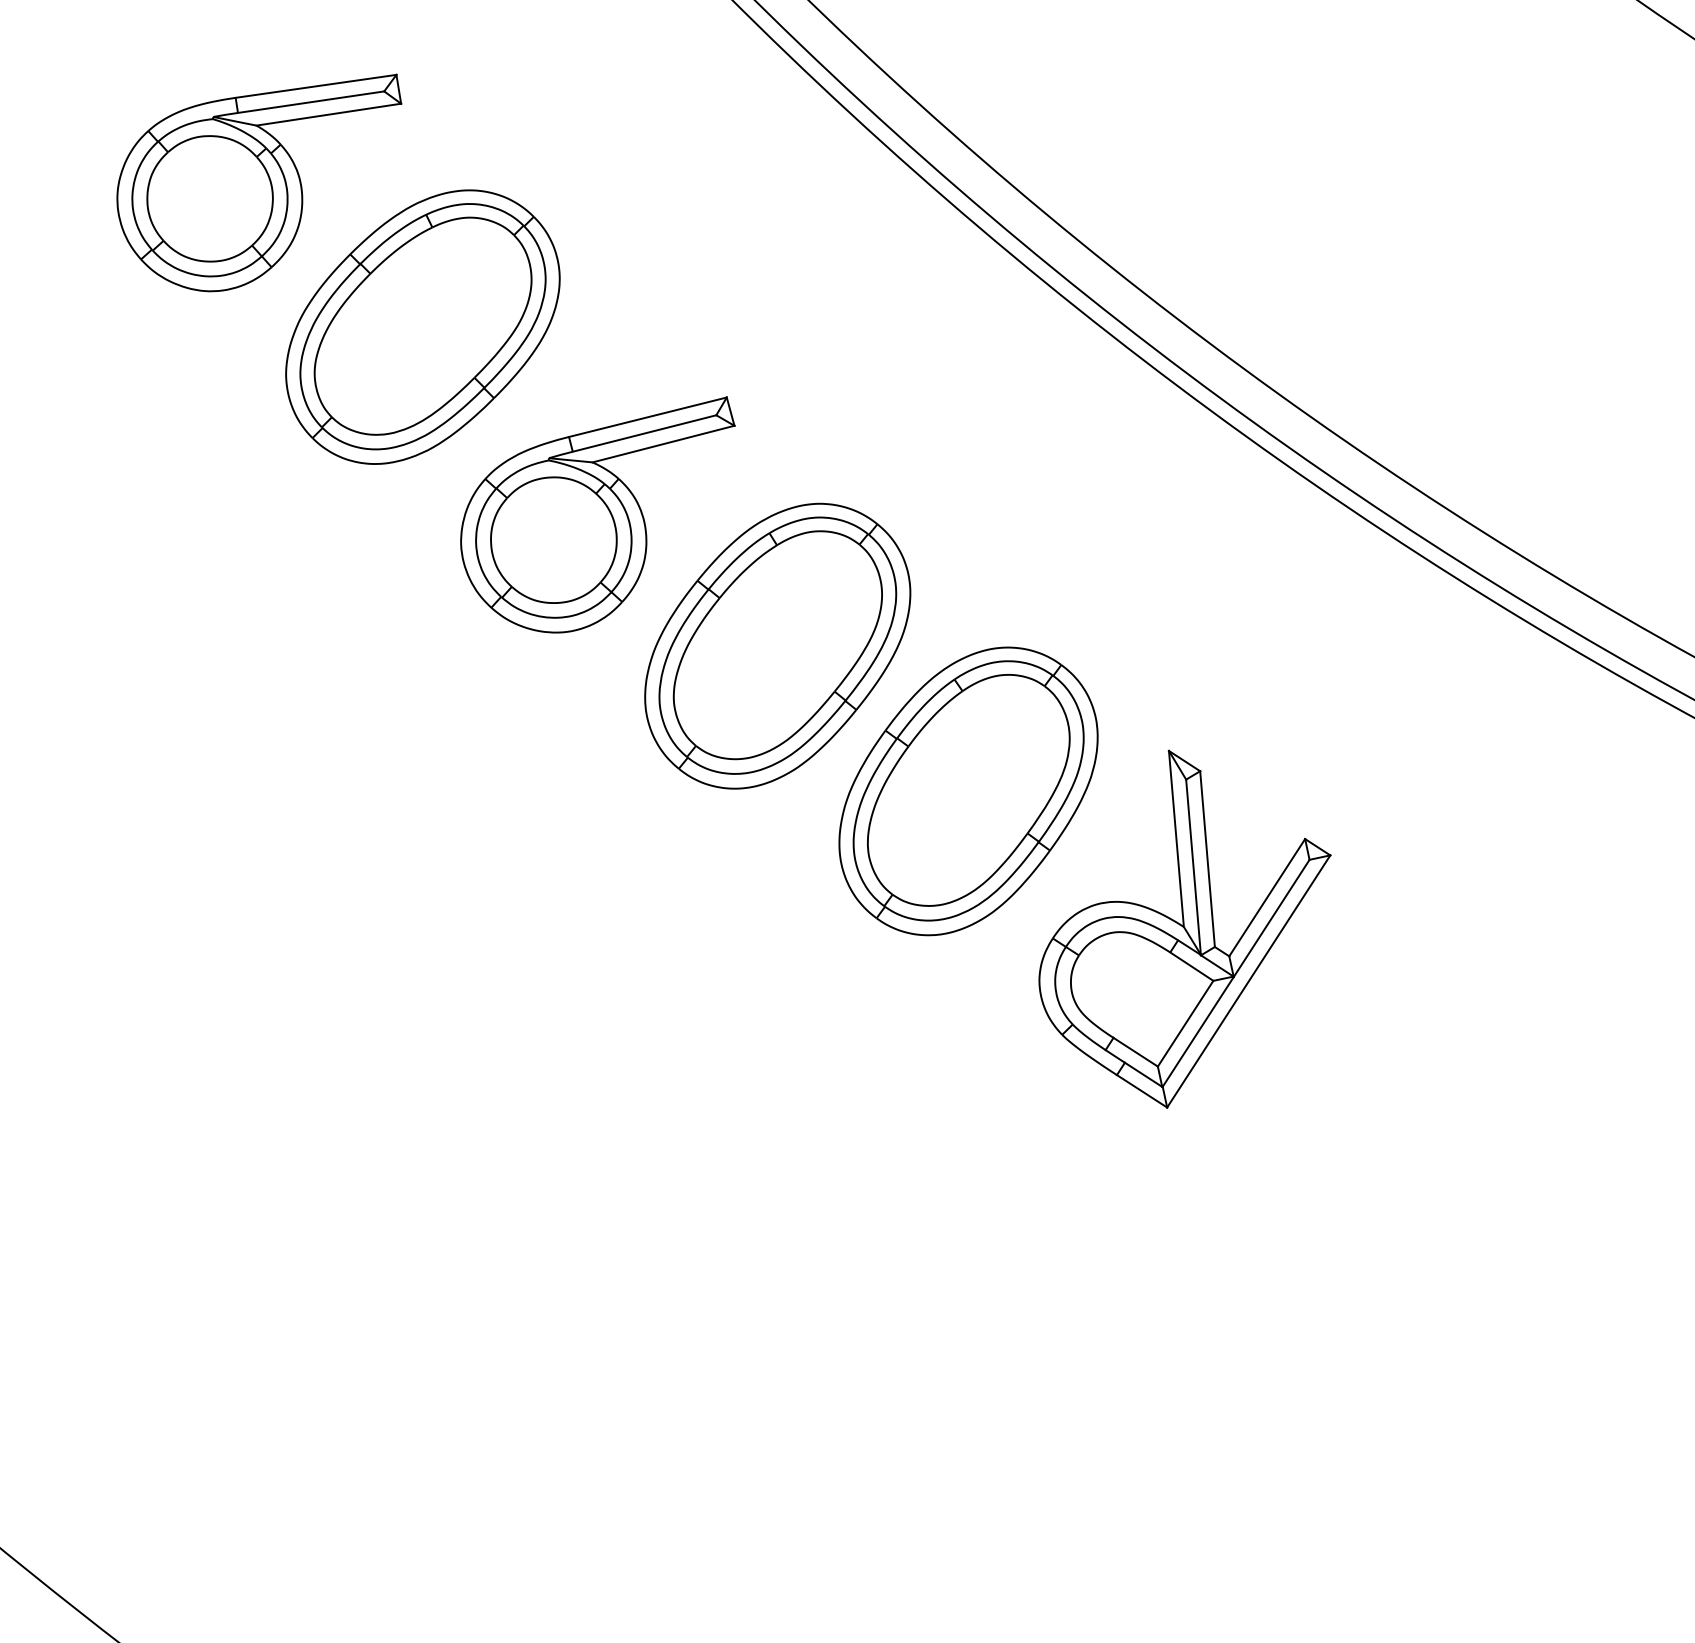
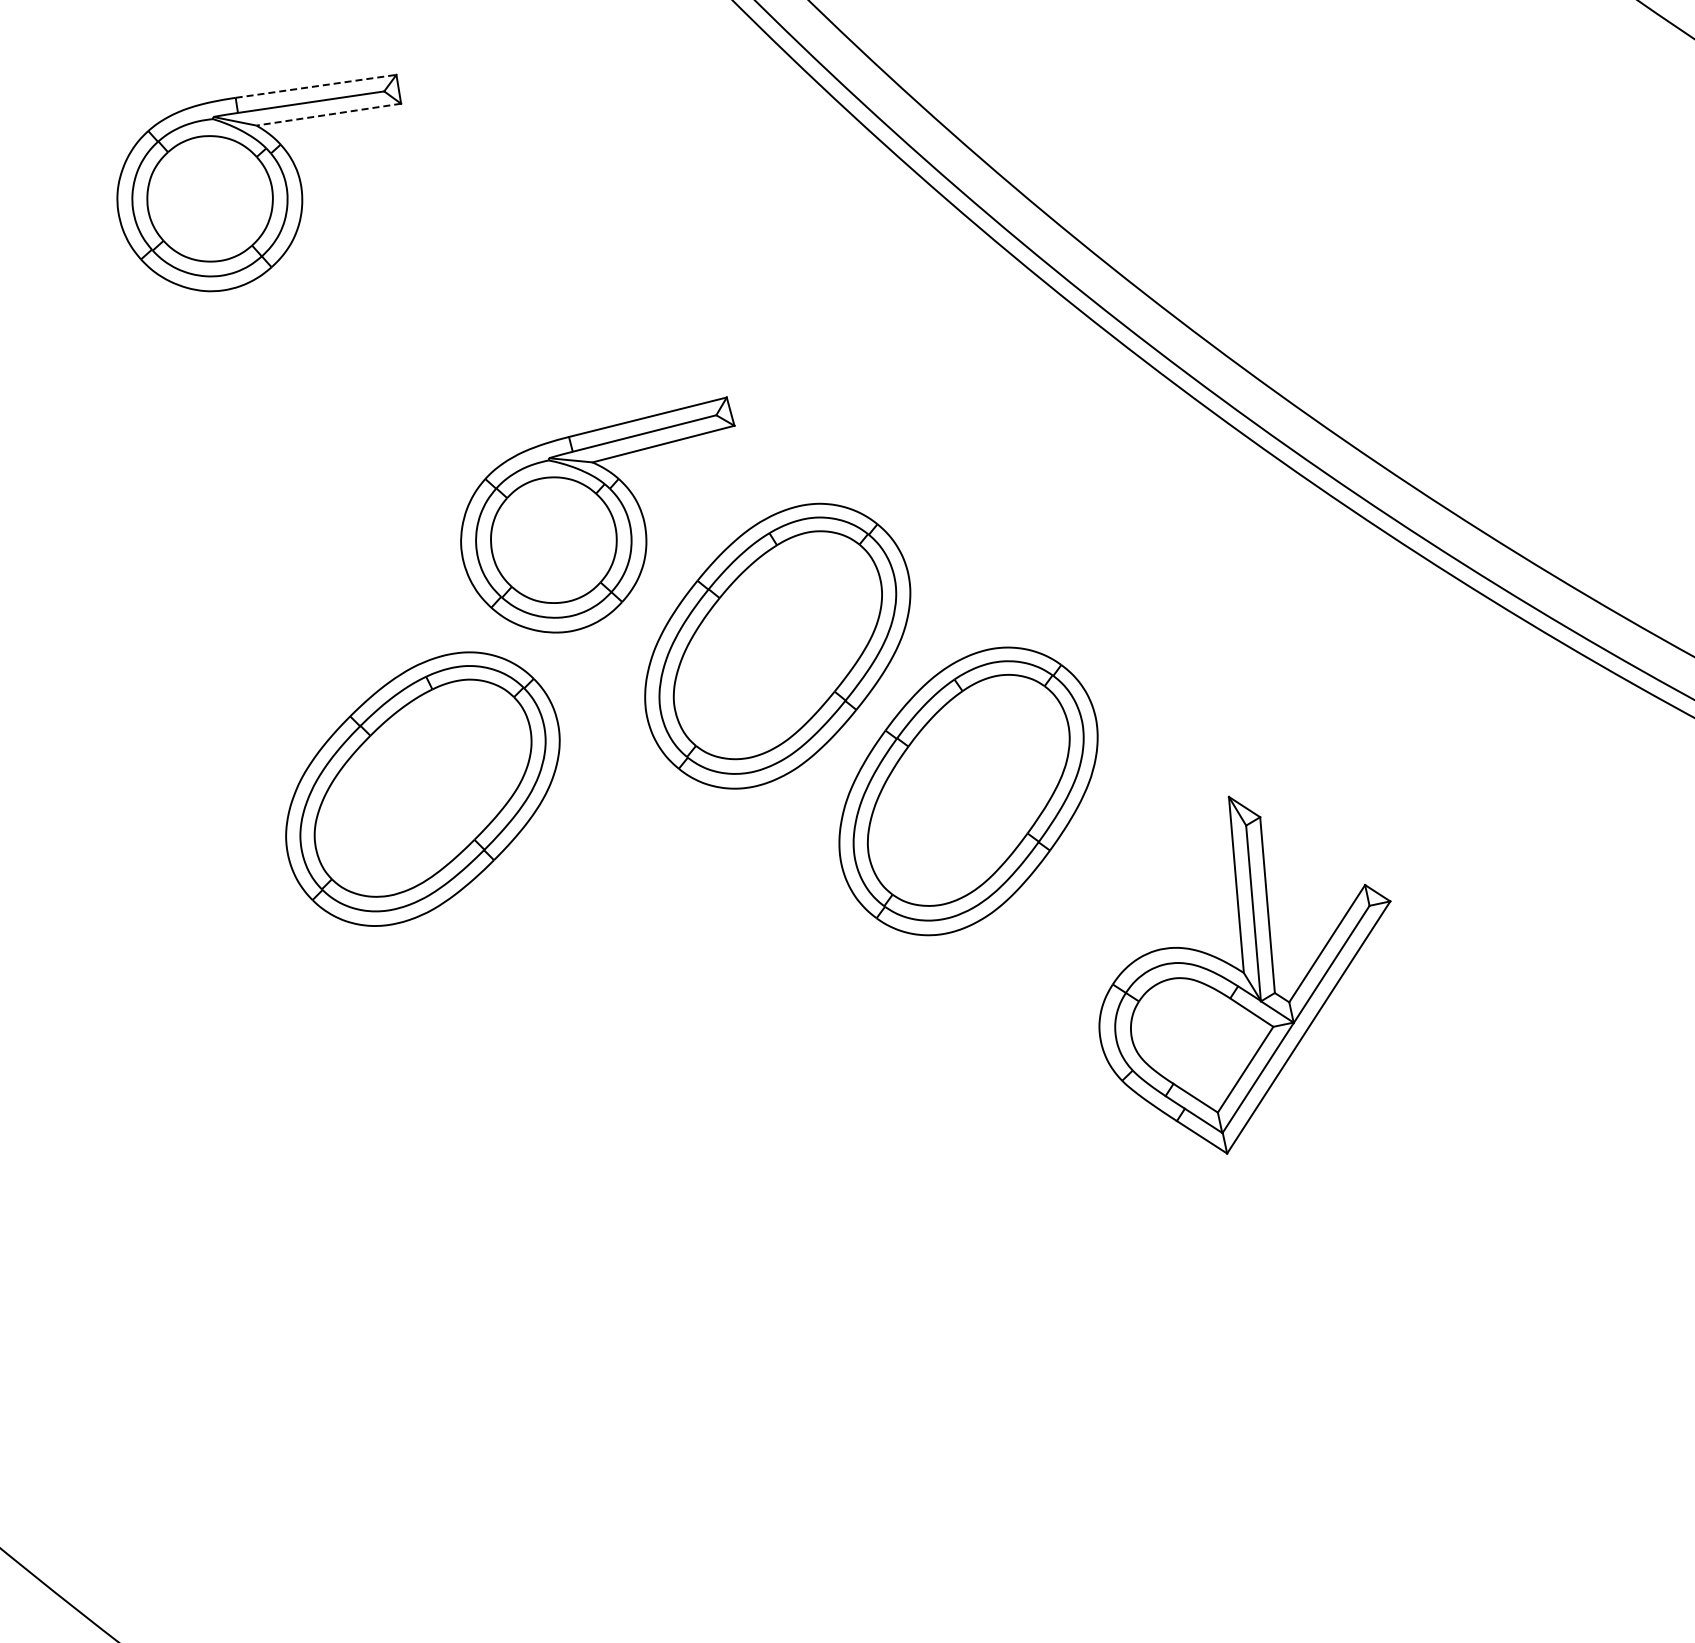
line at (316, 86): solid -> dashed
line at (328, 114): solid -> dashed
part at (422, 326) position: (422, 326) -> (422, 788)
part at (1184, 928) position: (1184, 928) -> (1244, 974)
